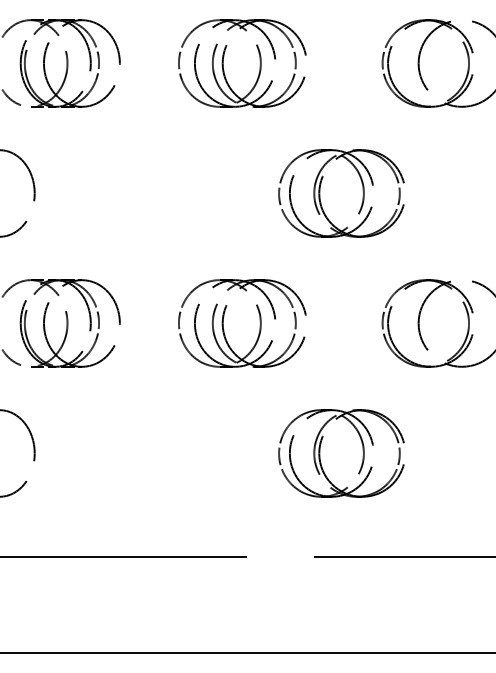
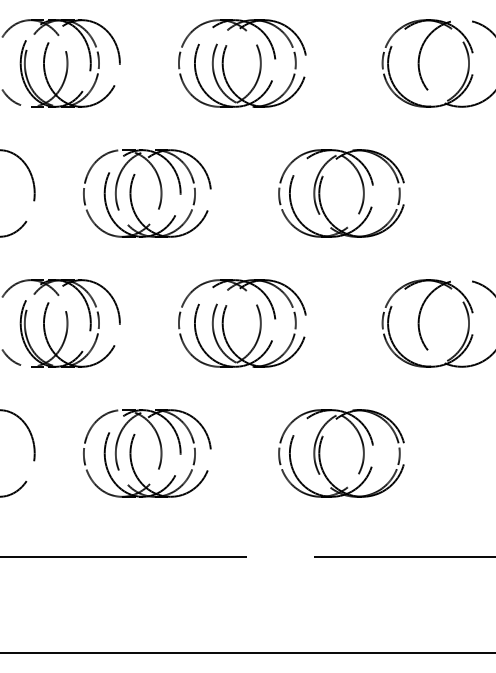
part at (160, 193): none -> present
part at (160, 453): none -> present
